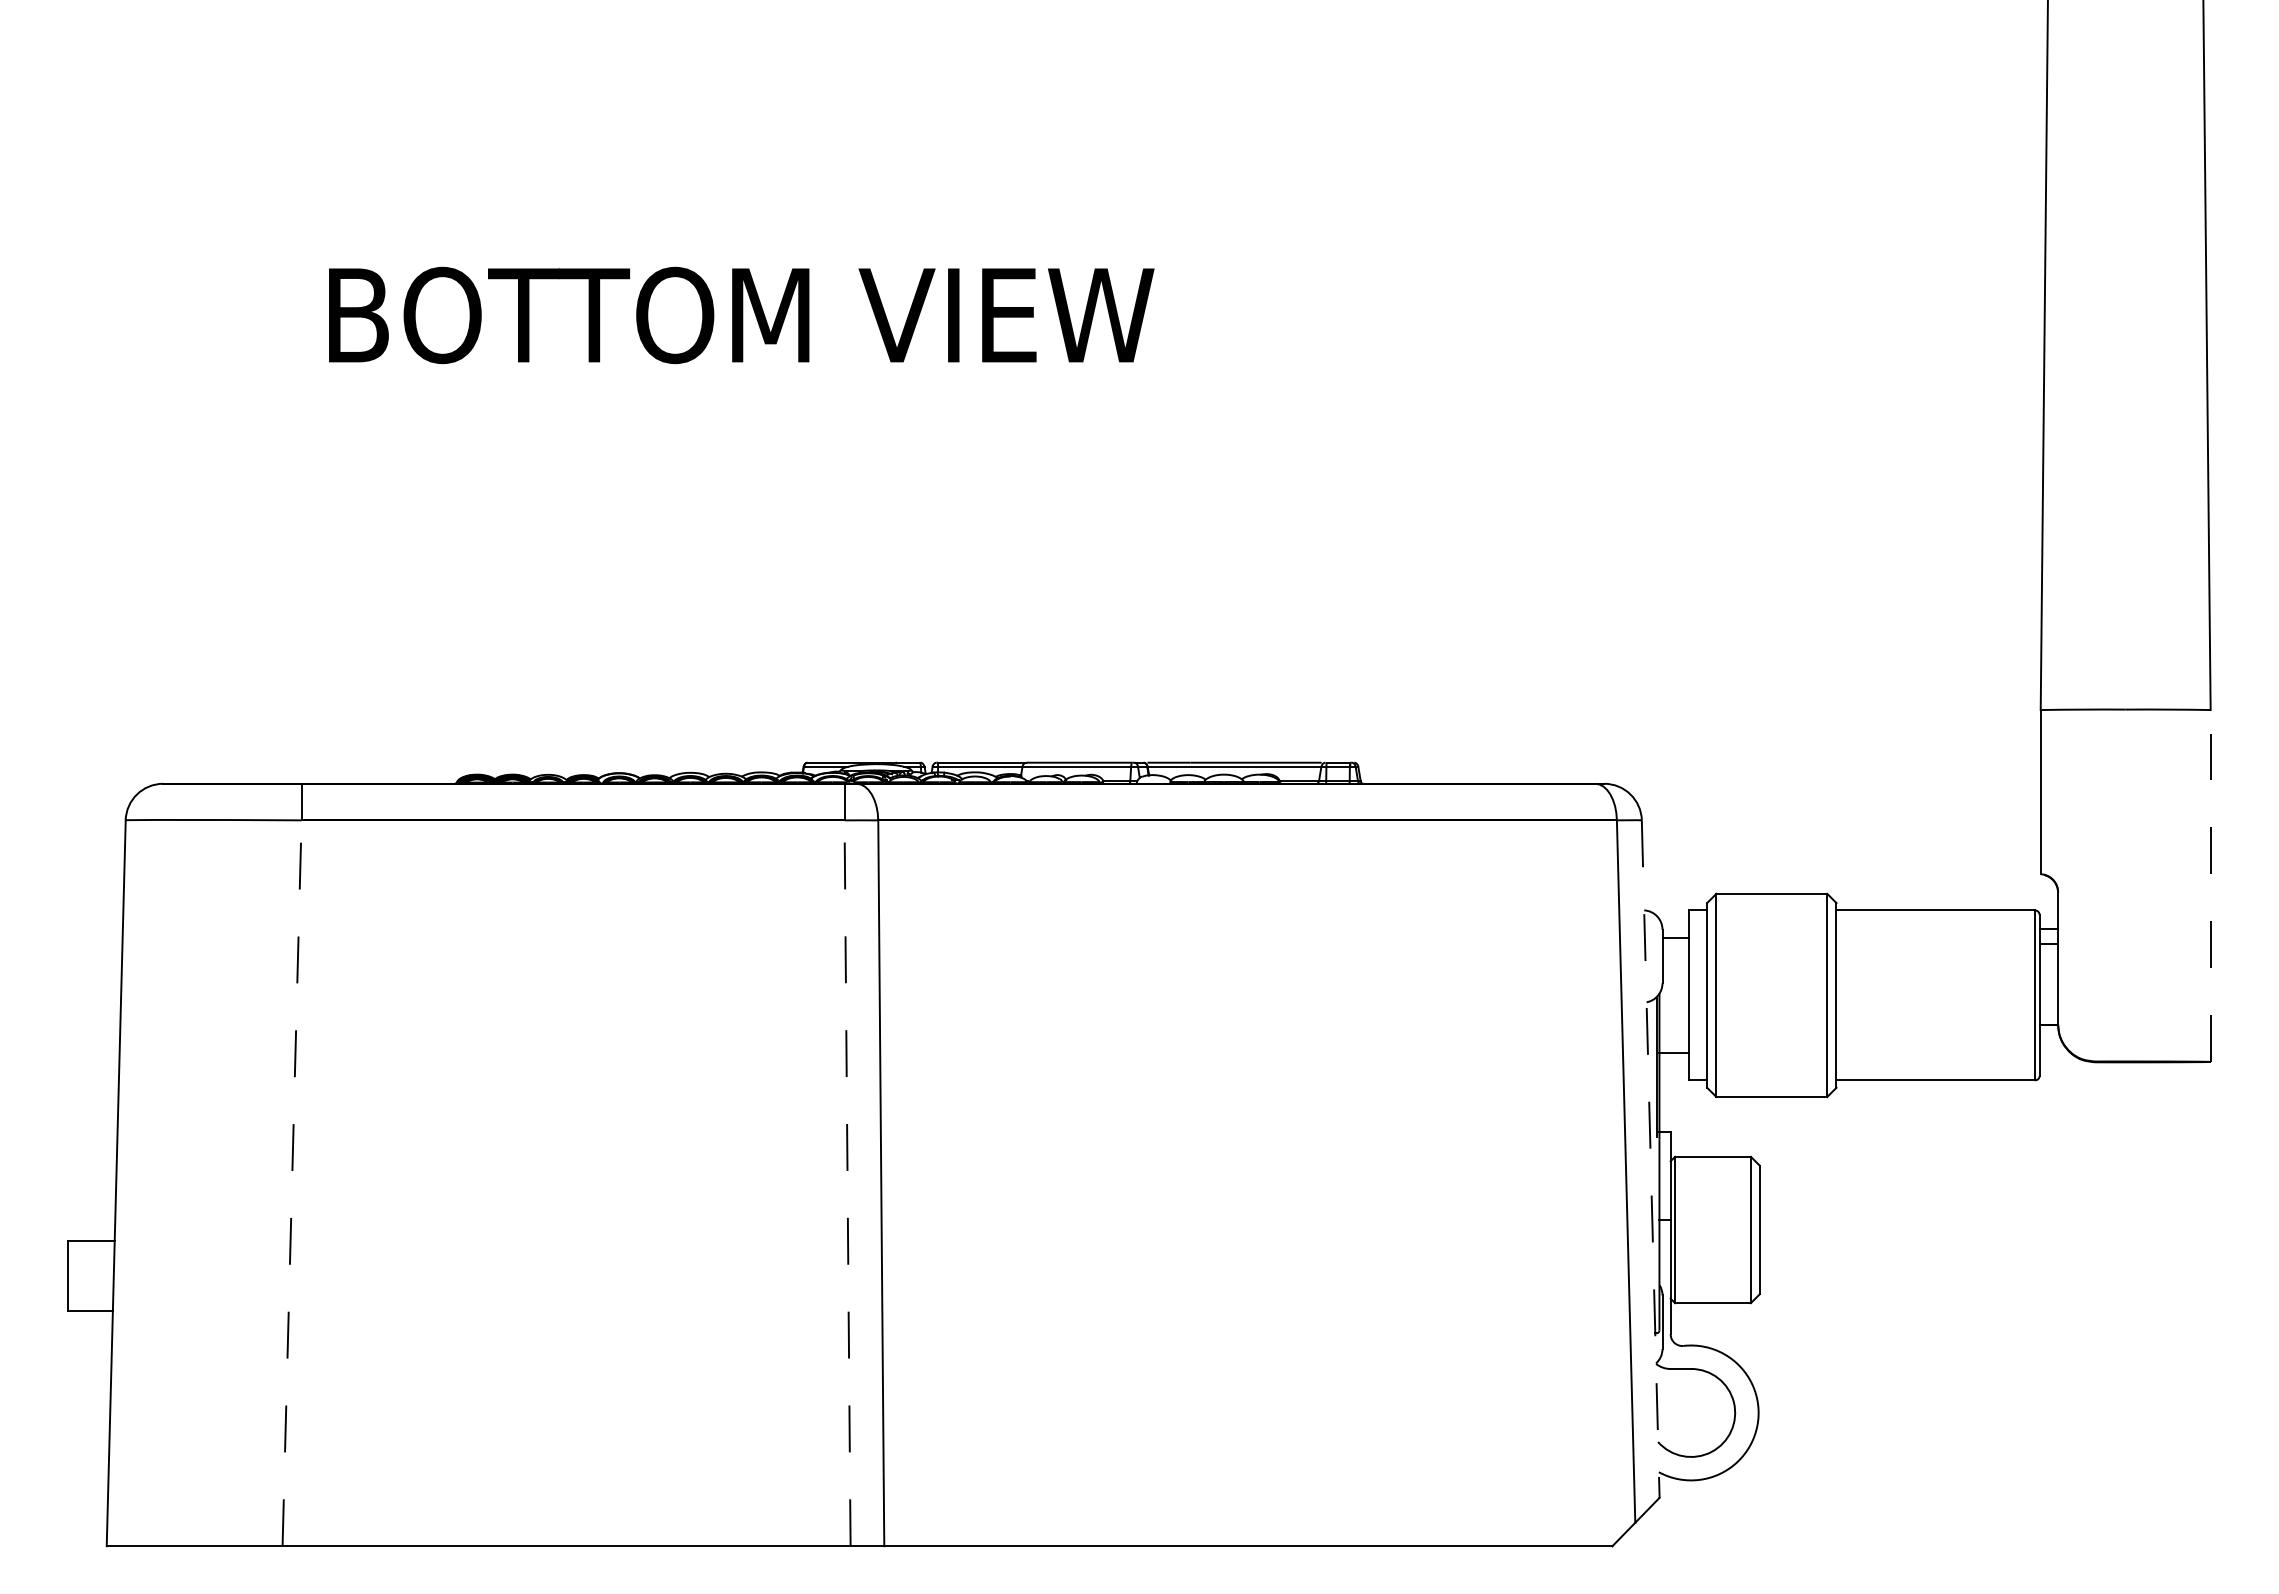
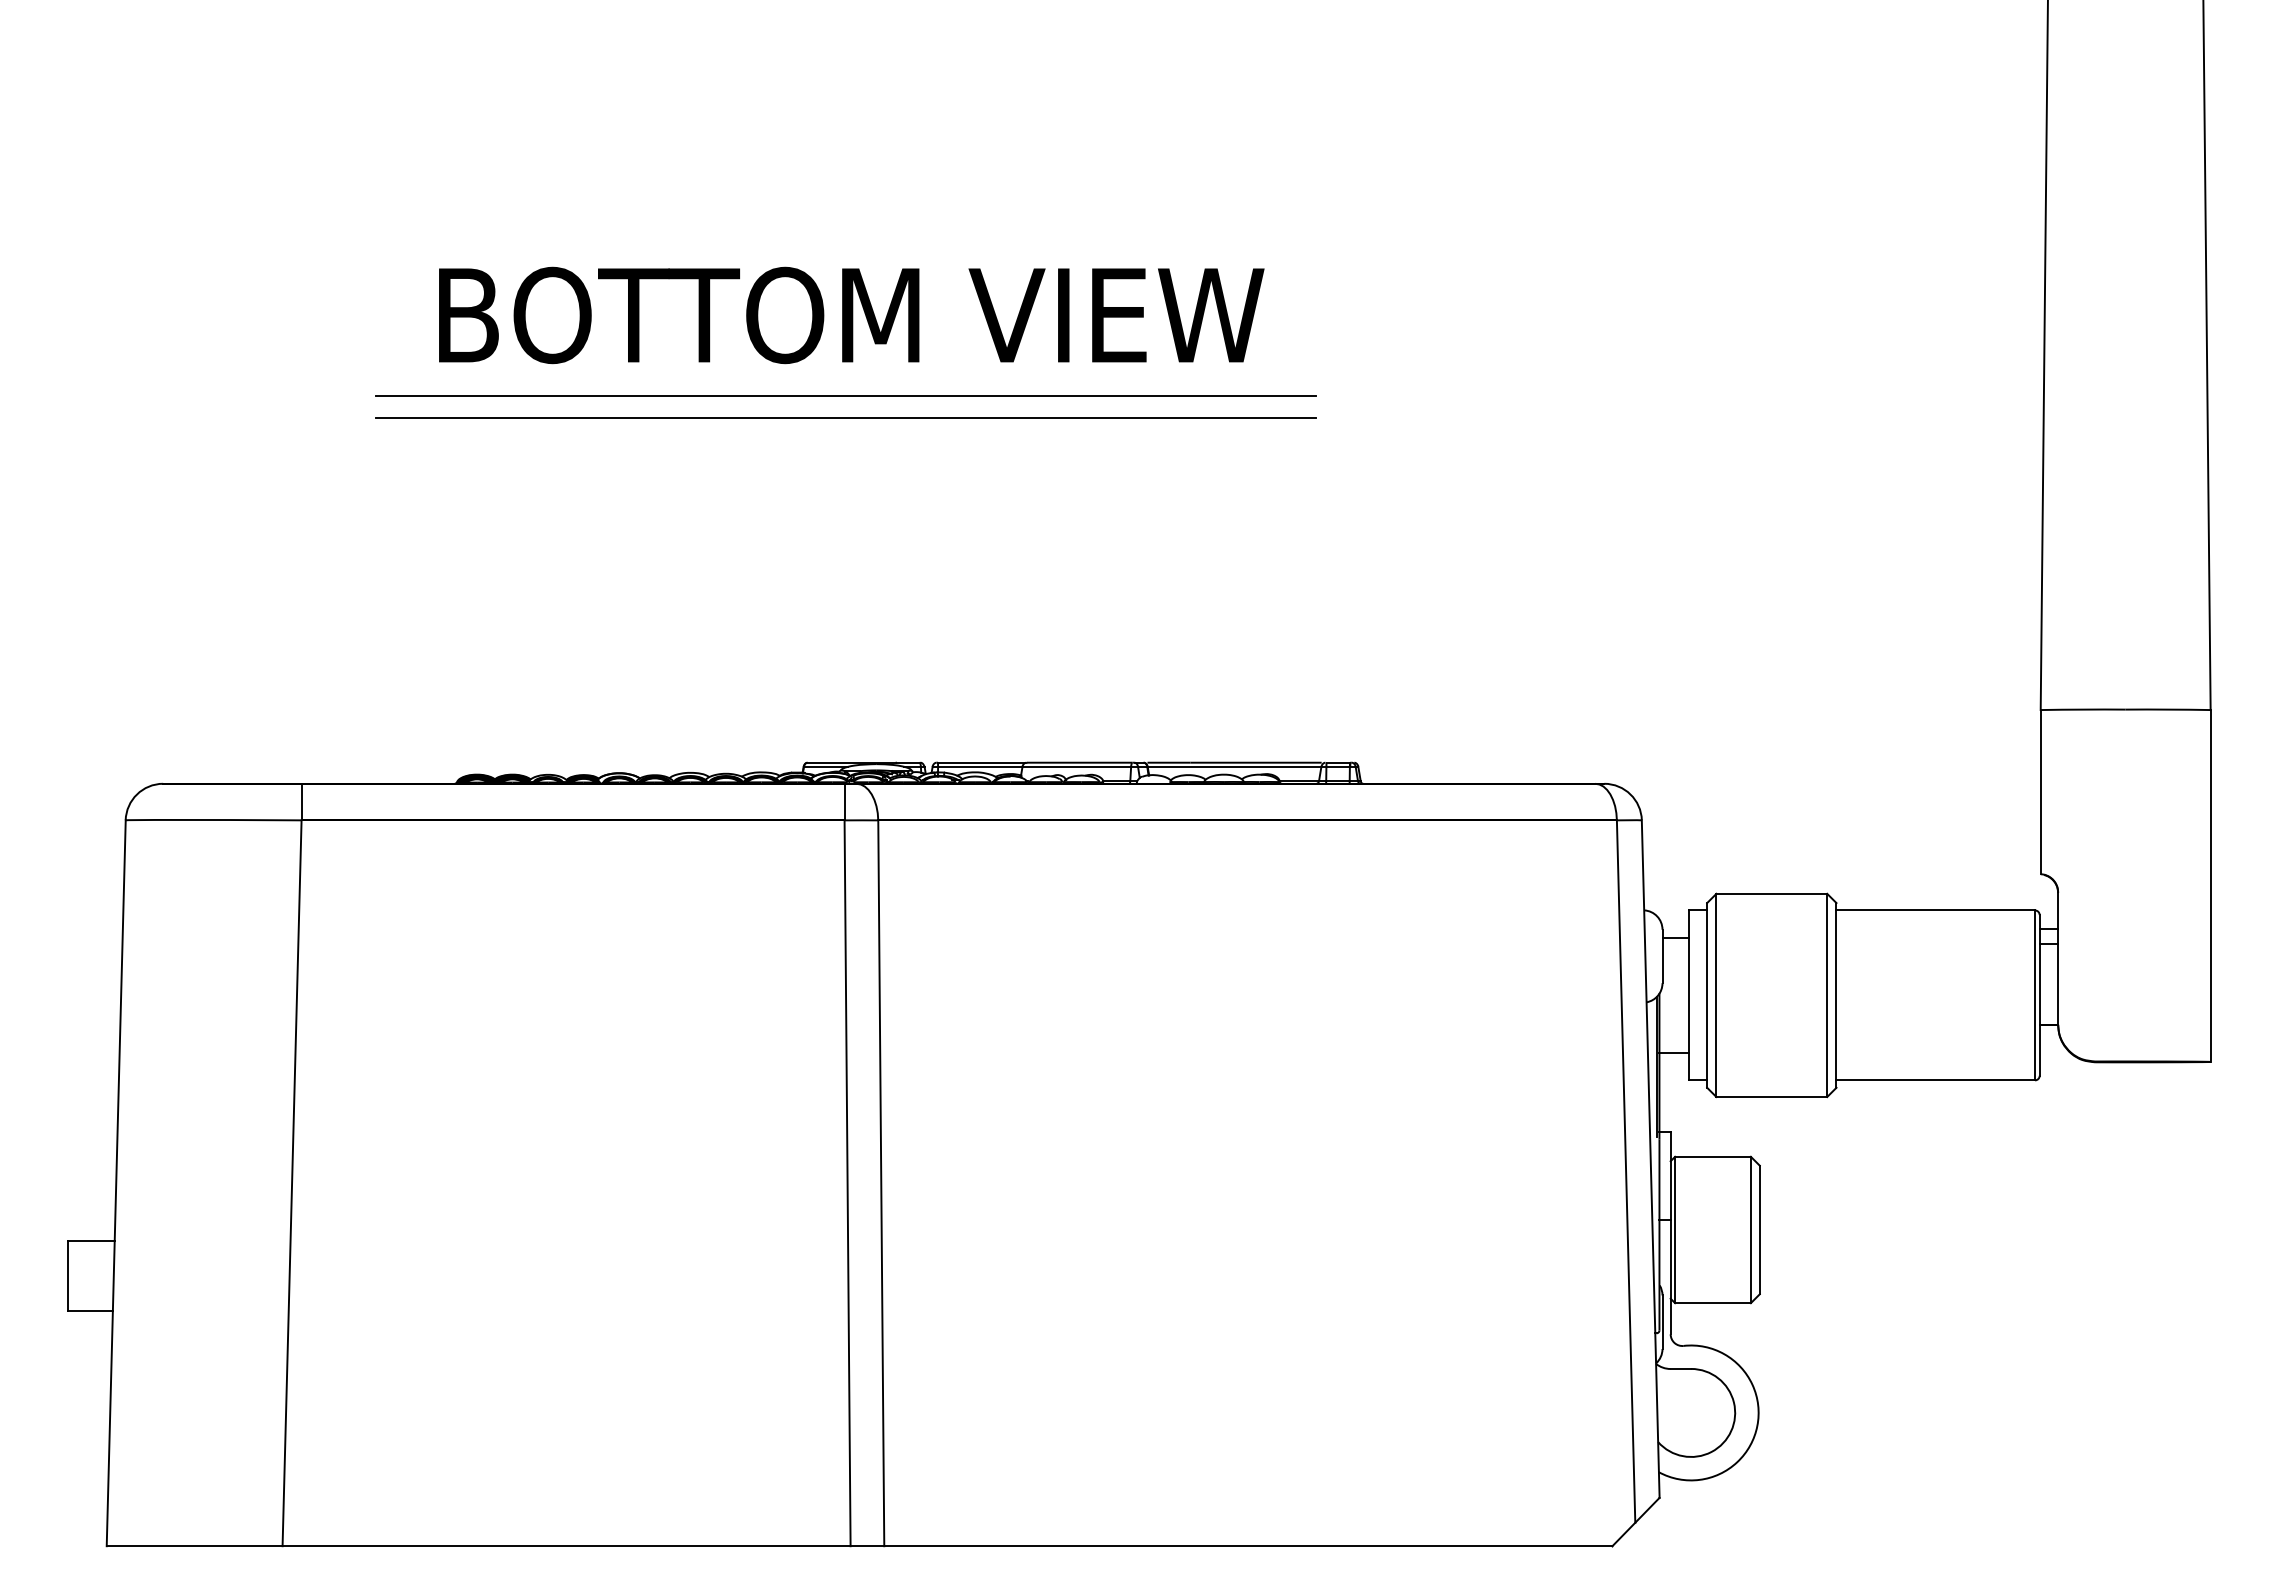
text at (741, 315) position: (741, 315) -> (851, 315)
line at (845, 395): none -> present
line at (845, 418): none -> present
line at (2210, 885): dashed -> solid
line at (1650, 1159): dashed -> solid
line at (292, 1182): dashed -> solid
line at (847, 1183): dashed -> solid
